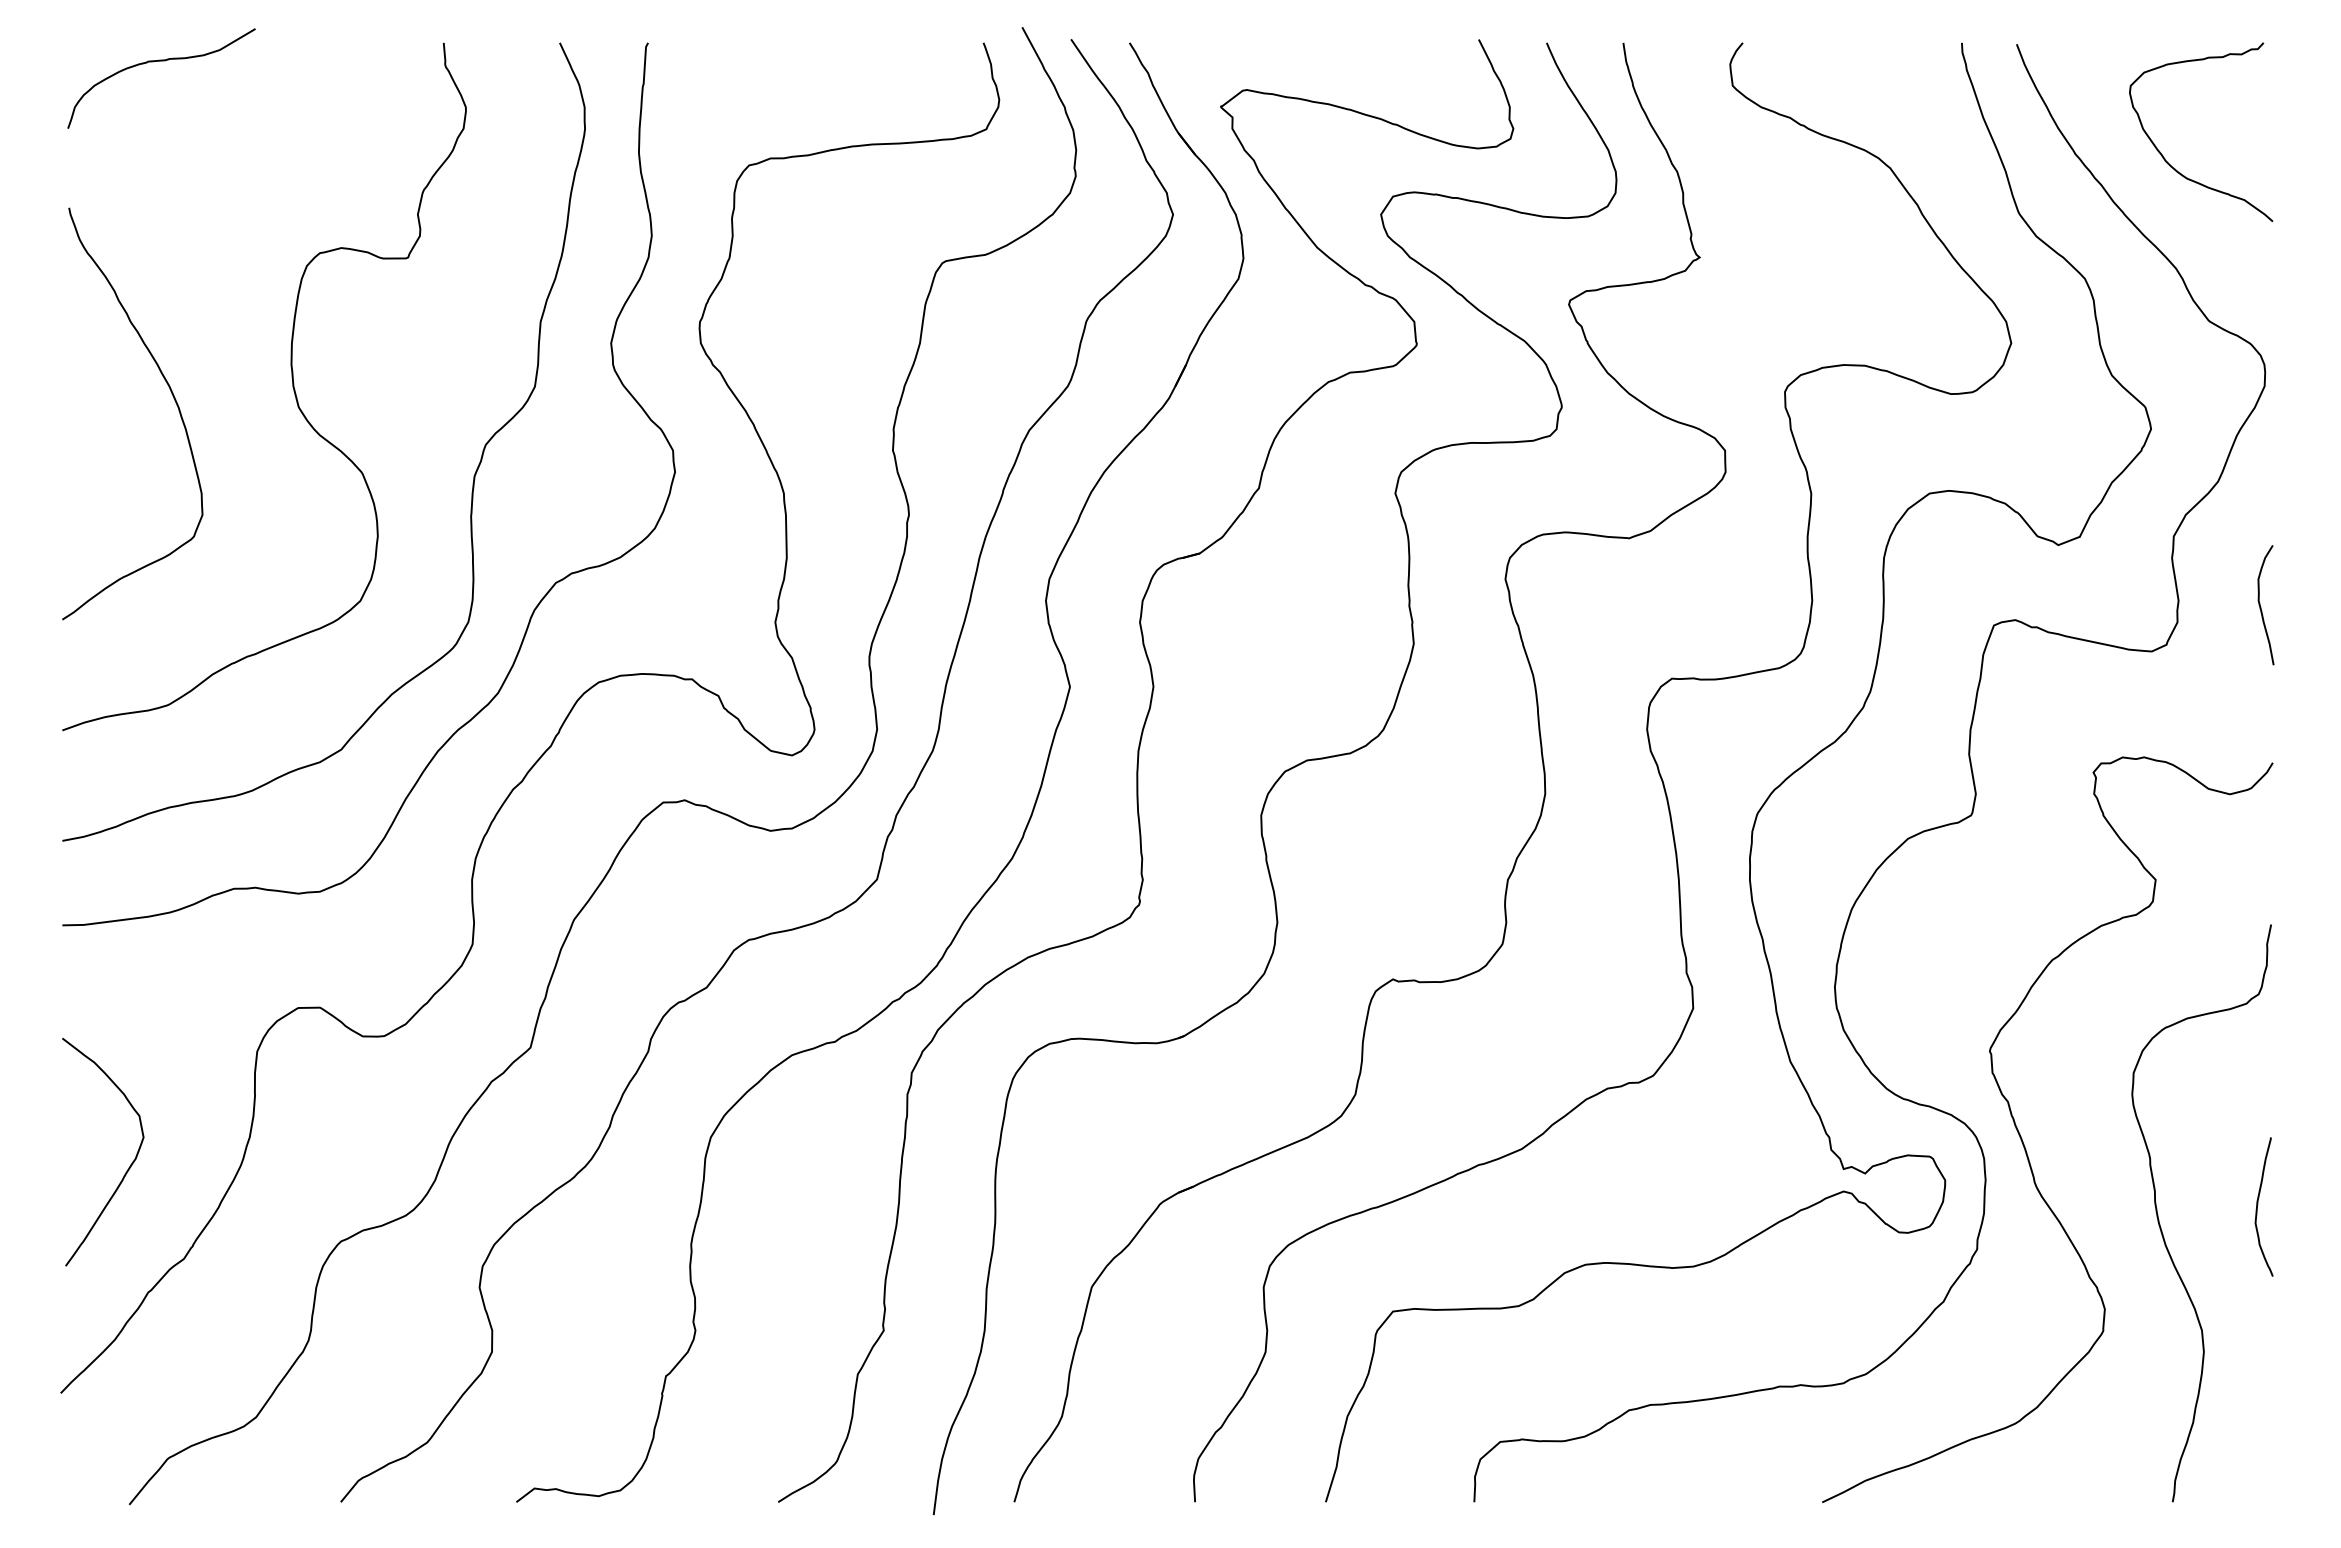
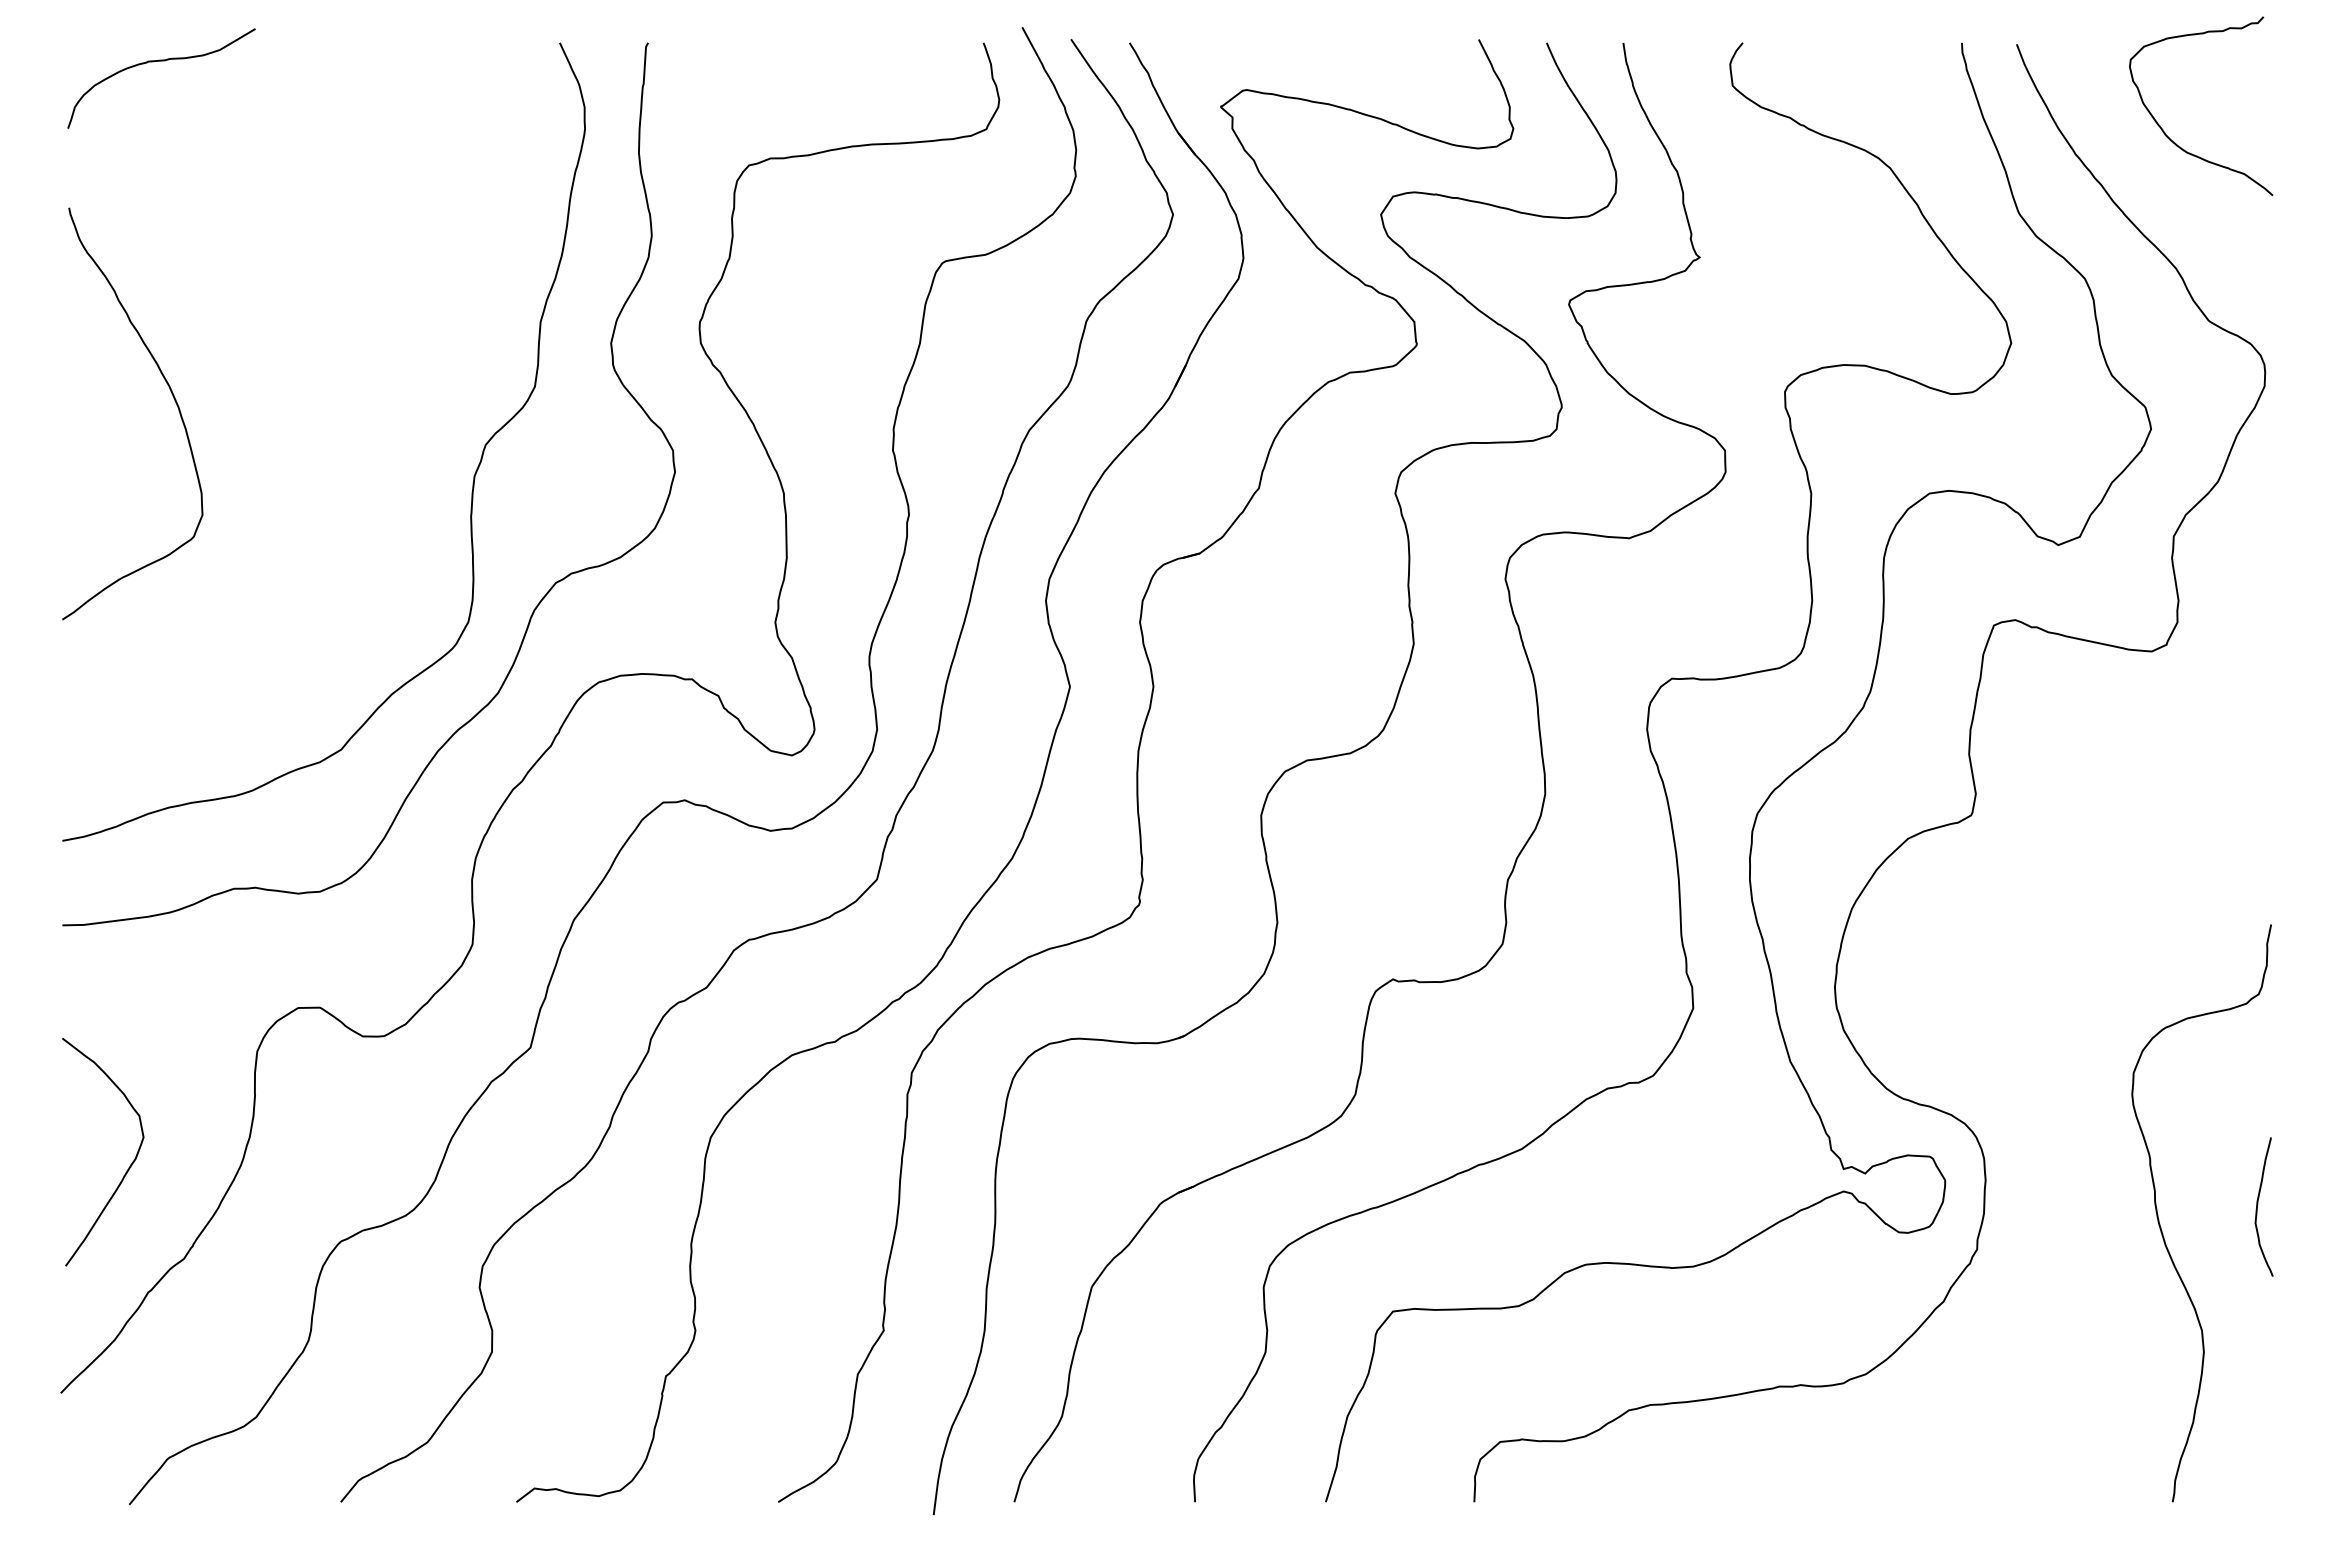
curve at (2165, 158) position: (2165, 158) -> (2165, 132)
curve at (292, 386): present -> none
curve at (2261, 607): present -> none
curve at (2022, 1138): present -> none
